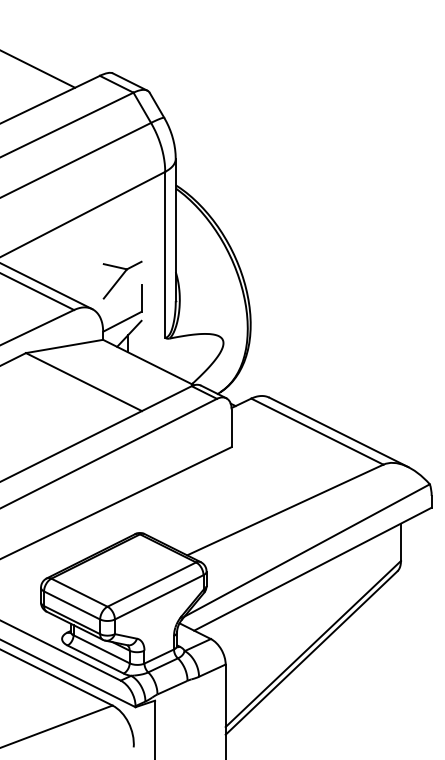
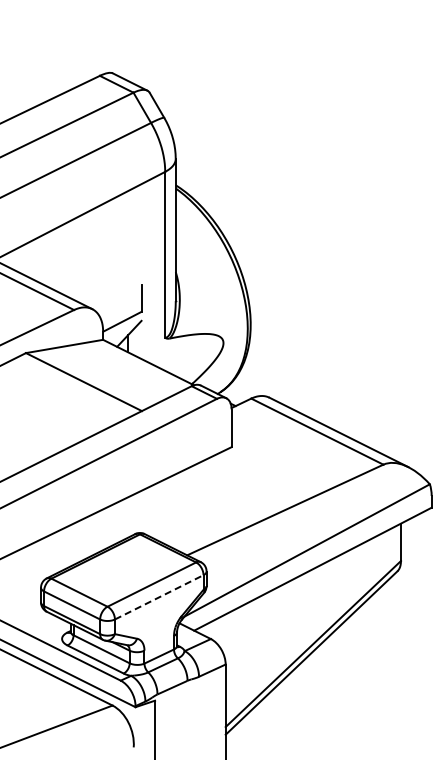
line at (38, 69): present -> none
part at (122, 279): present -> none
line at (159, 597): solid -> dashed
